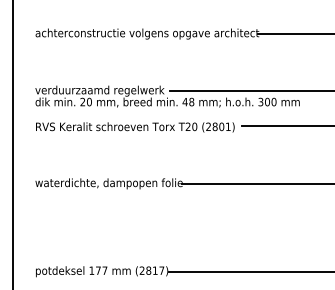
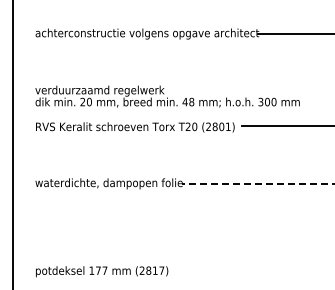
line at (250, 91): present -> none
line at (257, 183): solid -> dashed
line at (250, 271): present -> none
